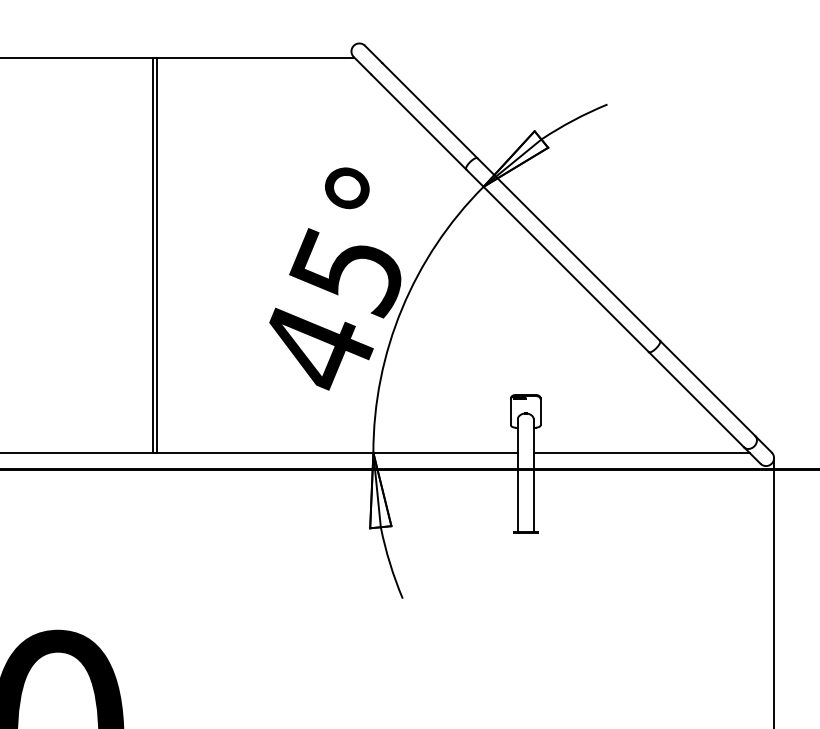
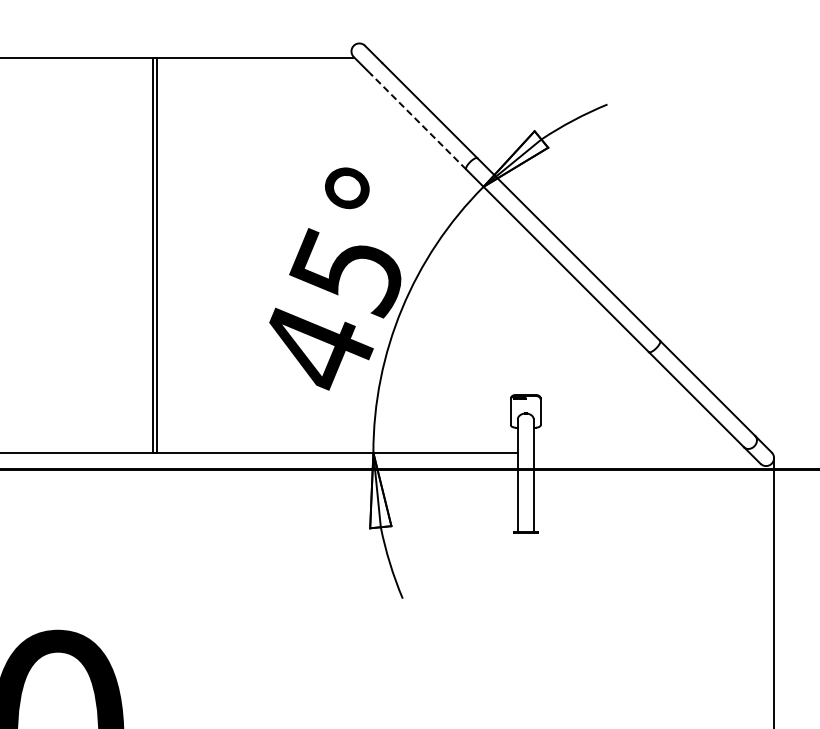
line at (418, 121): solid -> dashed
line at (641, 452): present -> none
